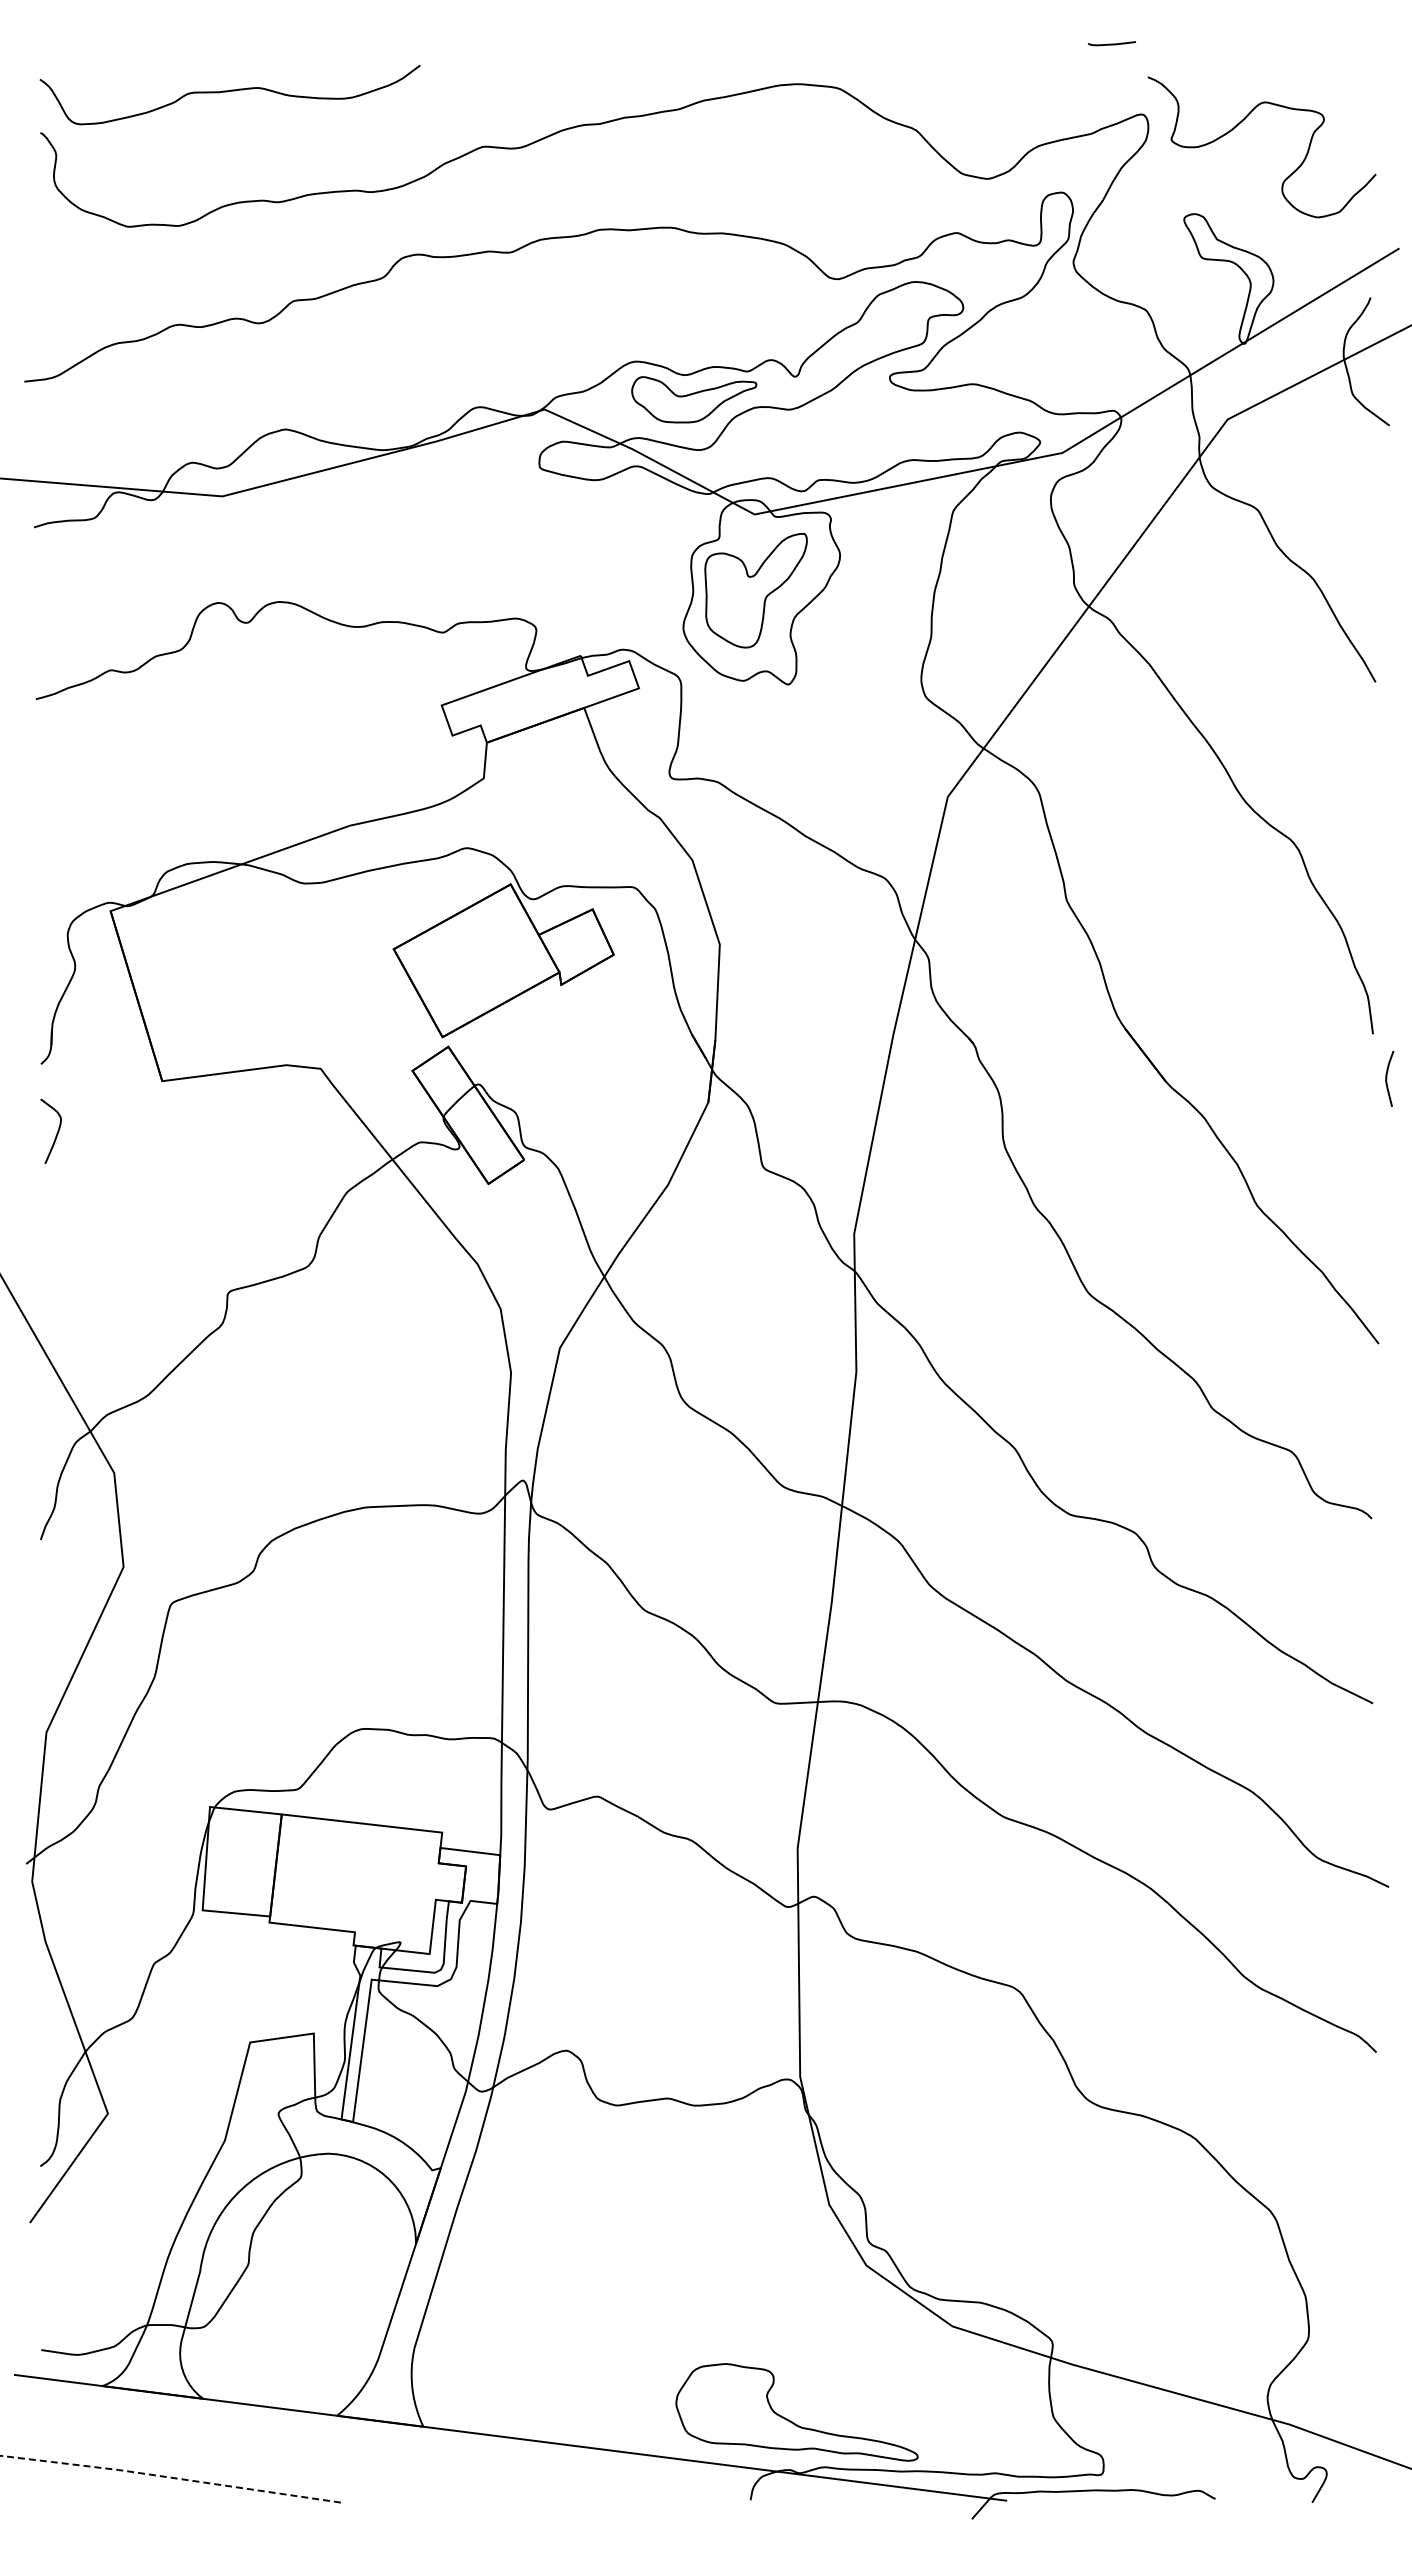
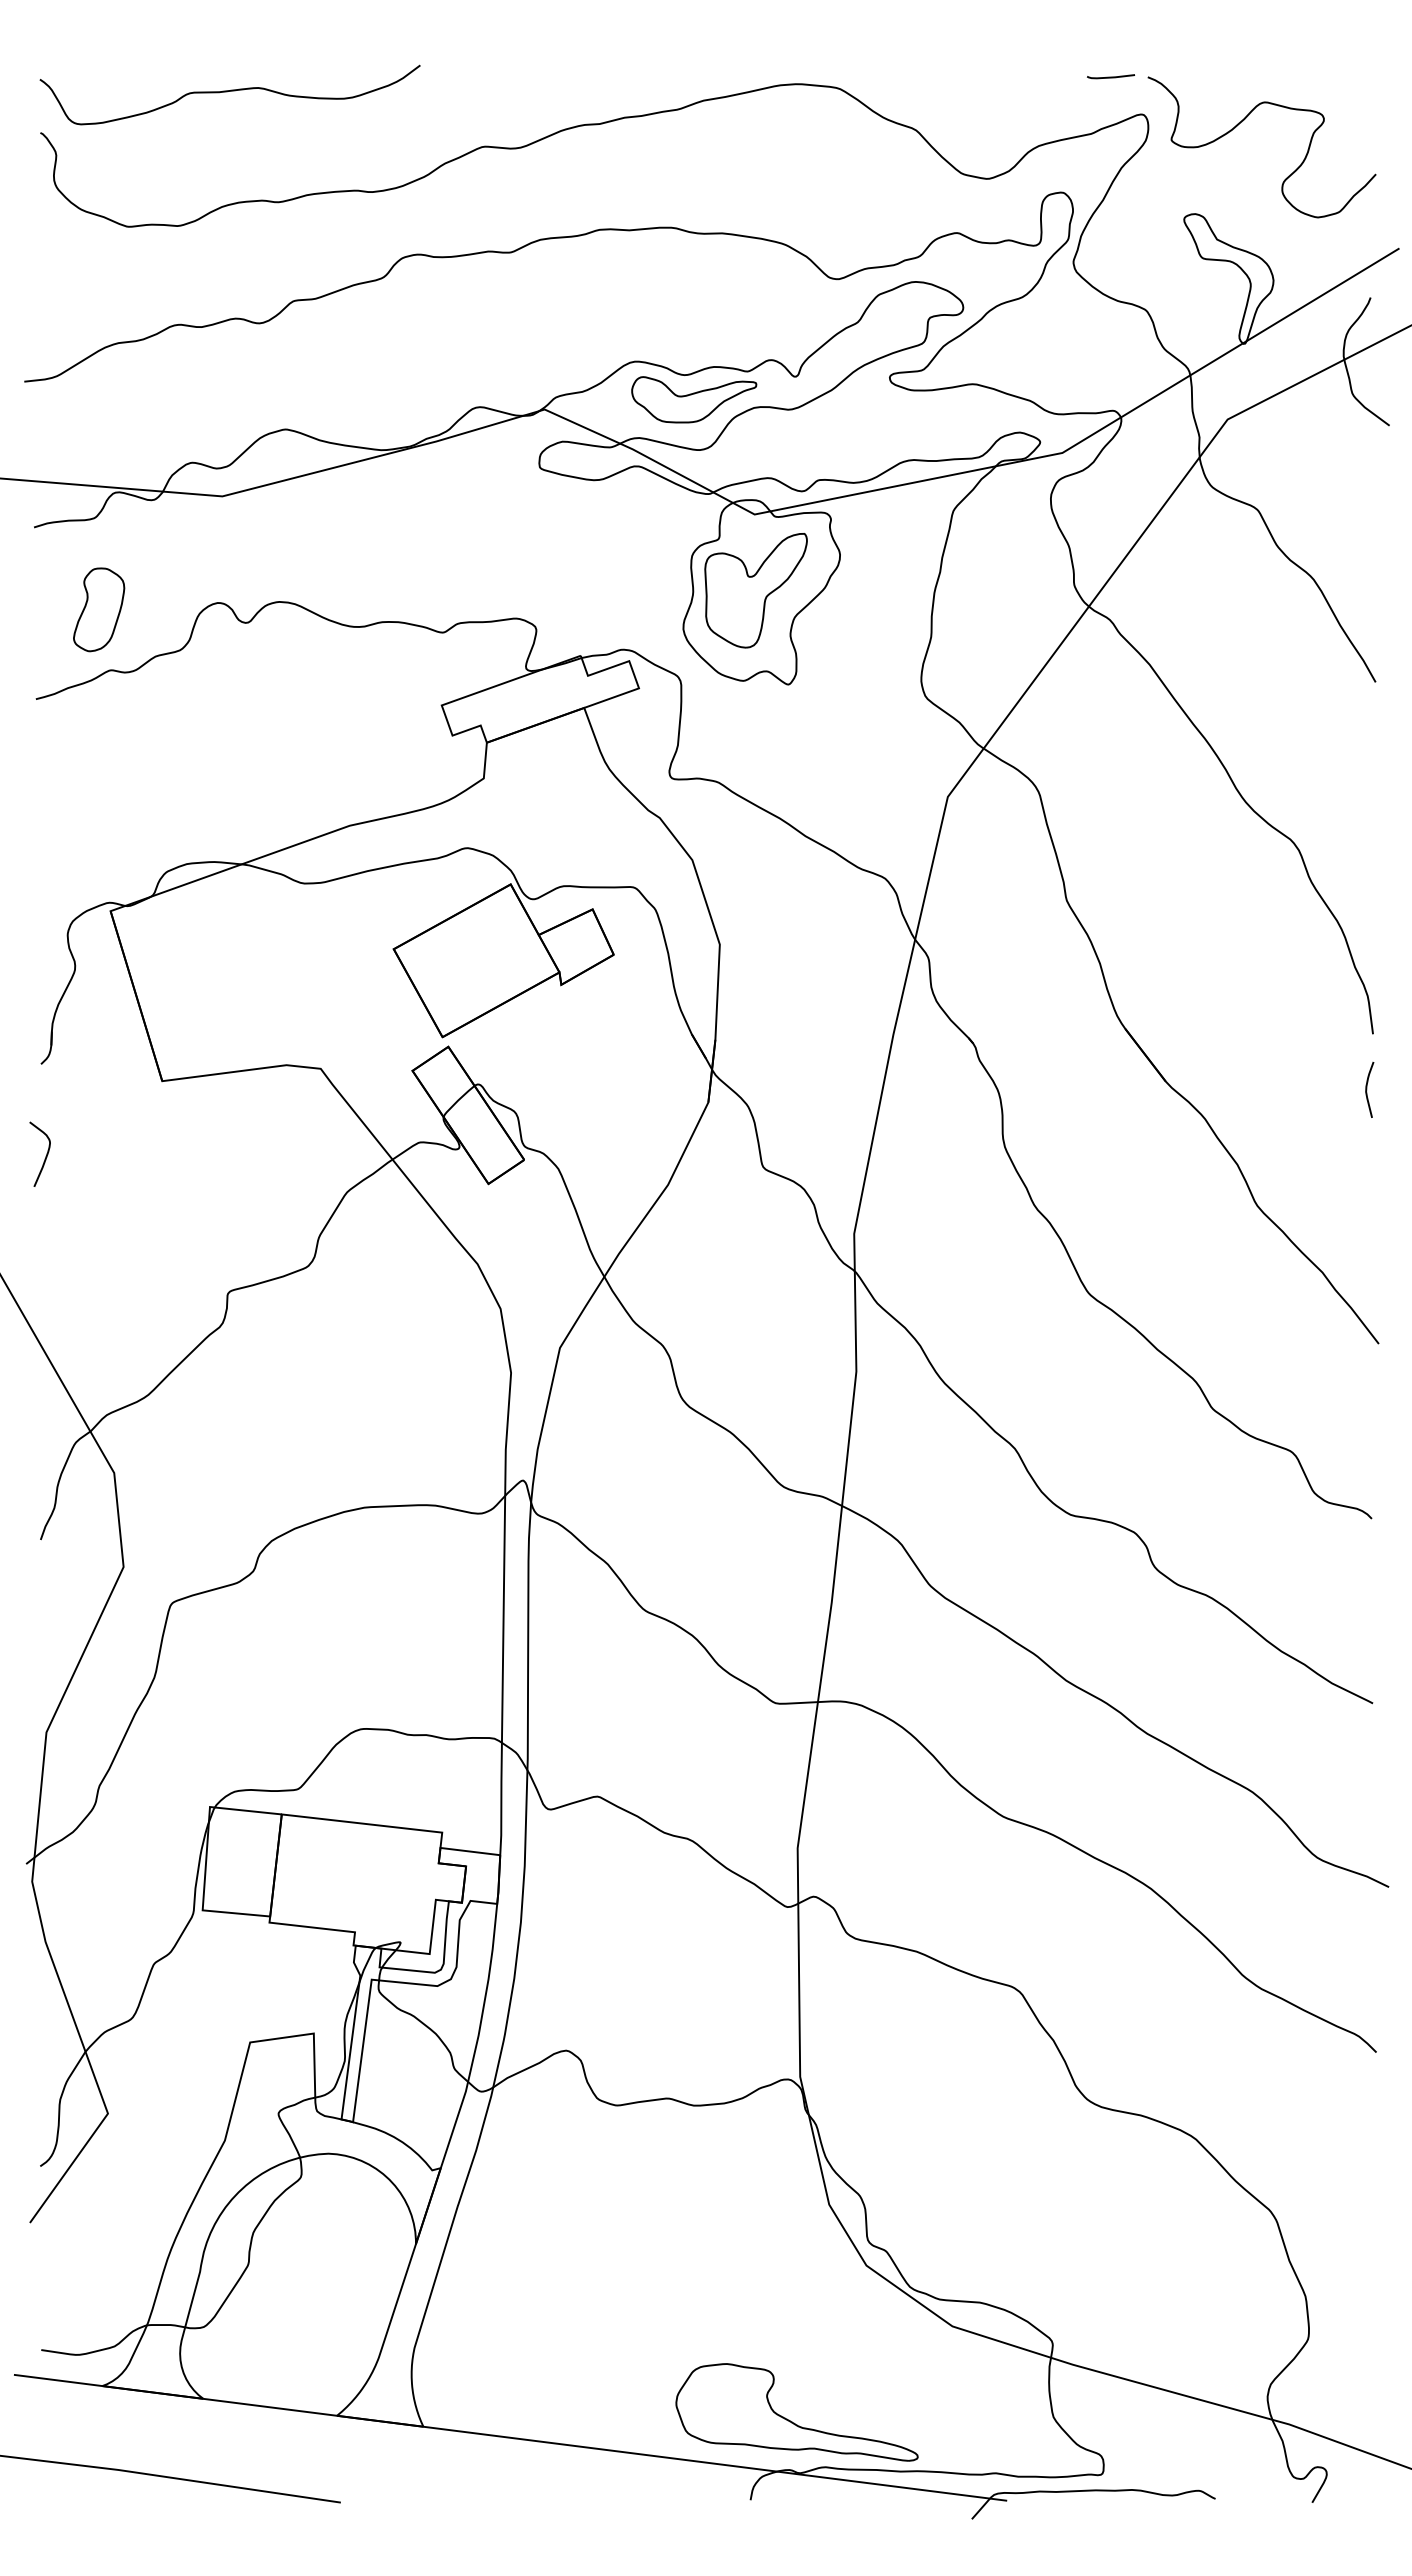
curve at (1111, 43) position: (1111, 43) -> (1110, 76)
part at (99, 609): none -> present
curve at (1387, 1078) position: (1387, 1078) -> (1367, 1089)
curve at (56, 1133) position: (56, 1133) -> (45, 1156)
line at (168, 2477): dashed -> solid
